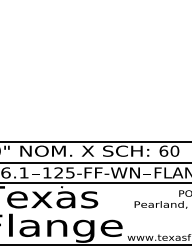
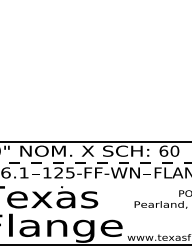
line at (96, 162): solid -> dashed
line at (95, 183): present -> none
